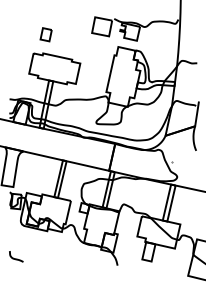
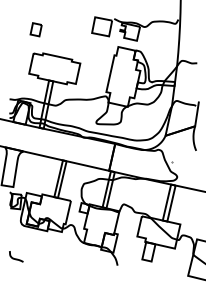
part at (45, 34) position: (45, 34) -> (35, 29)
